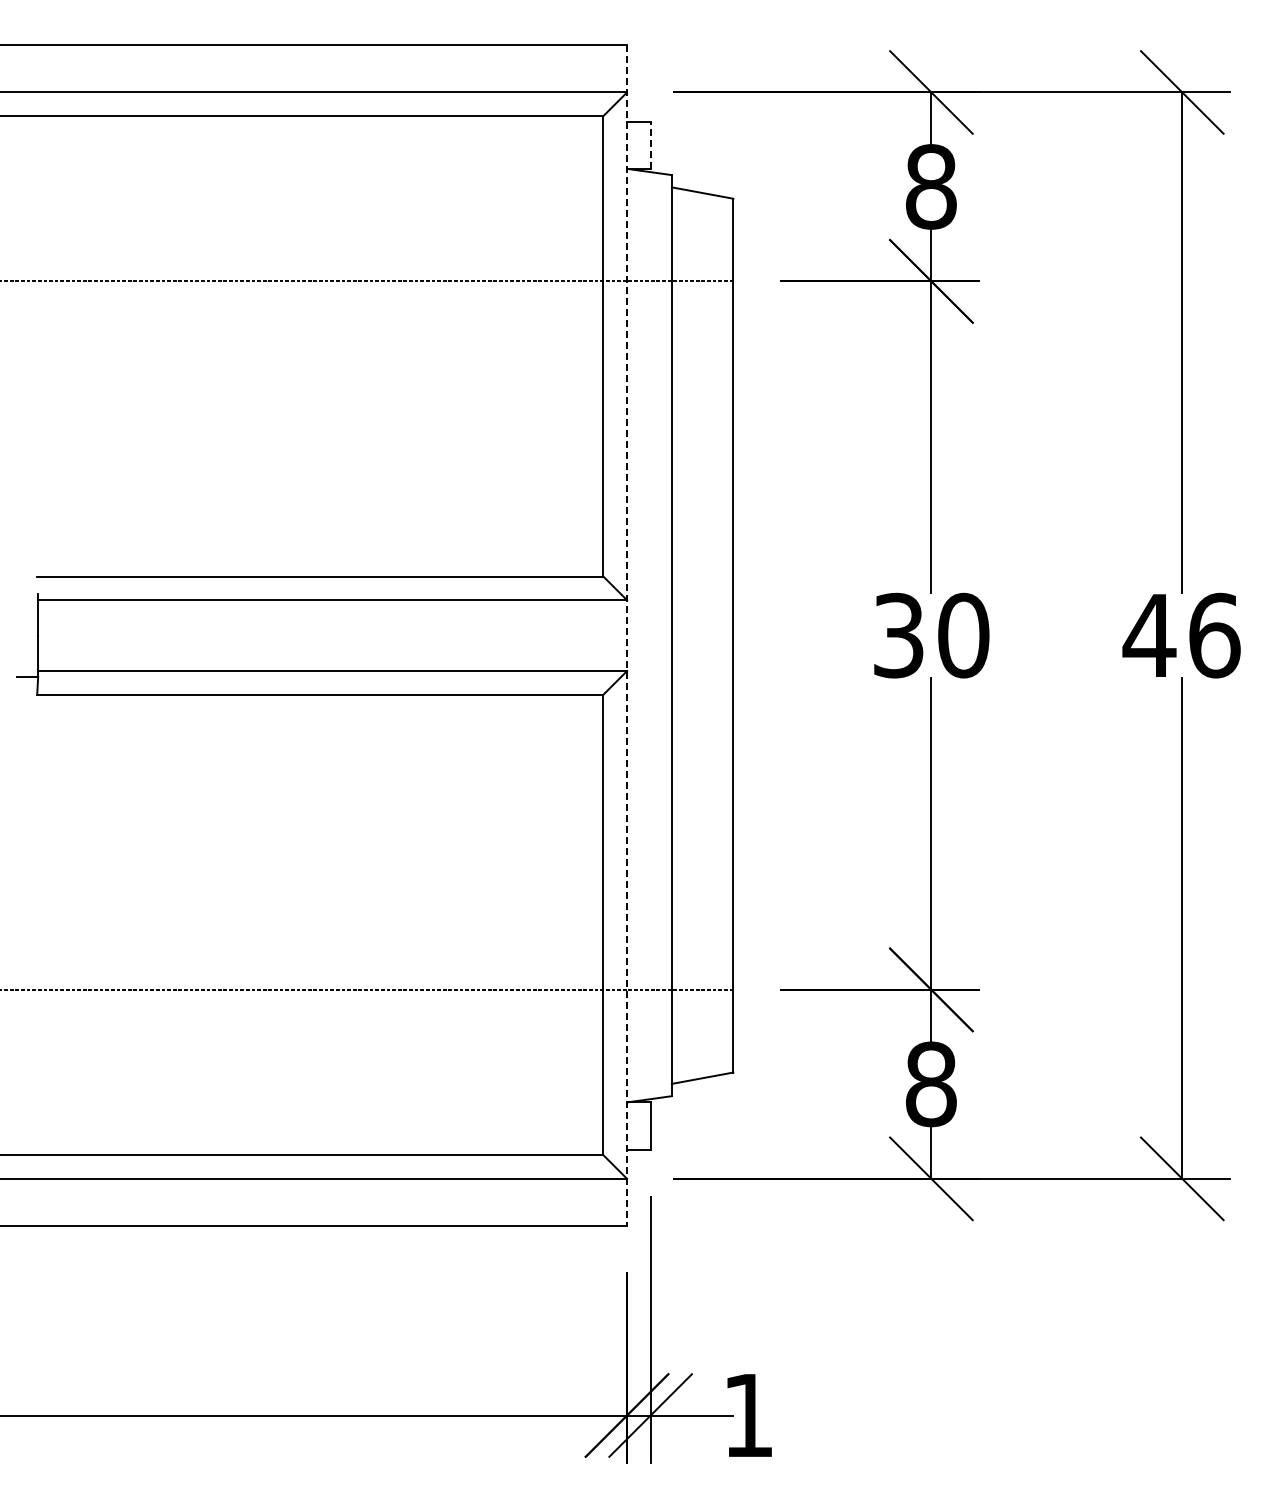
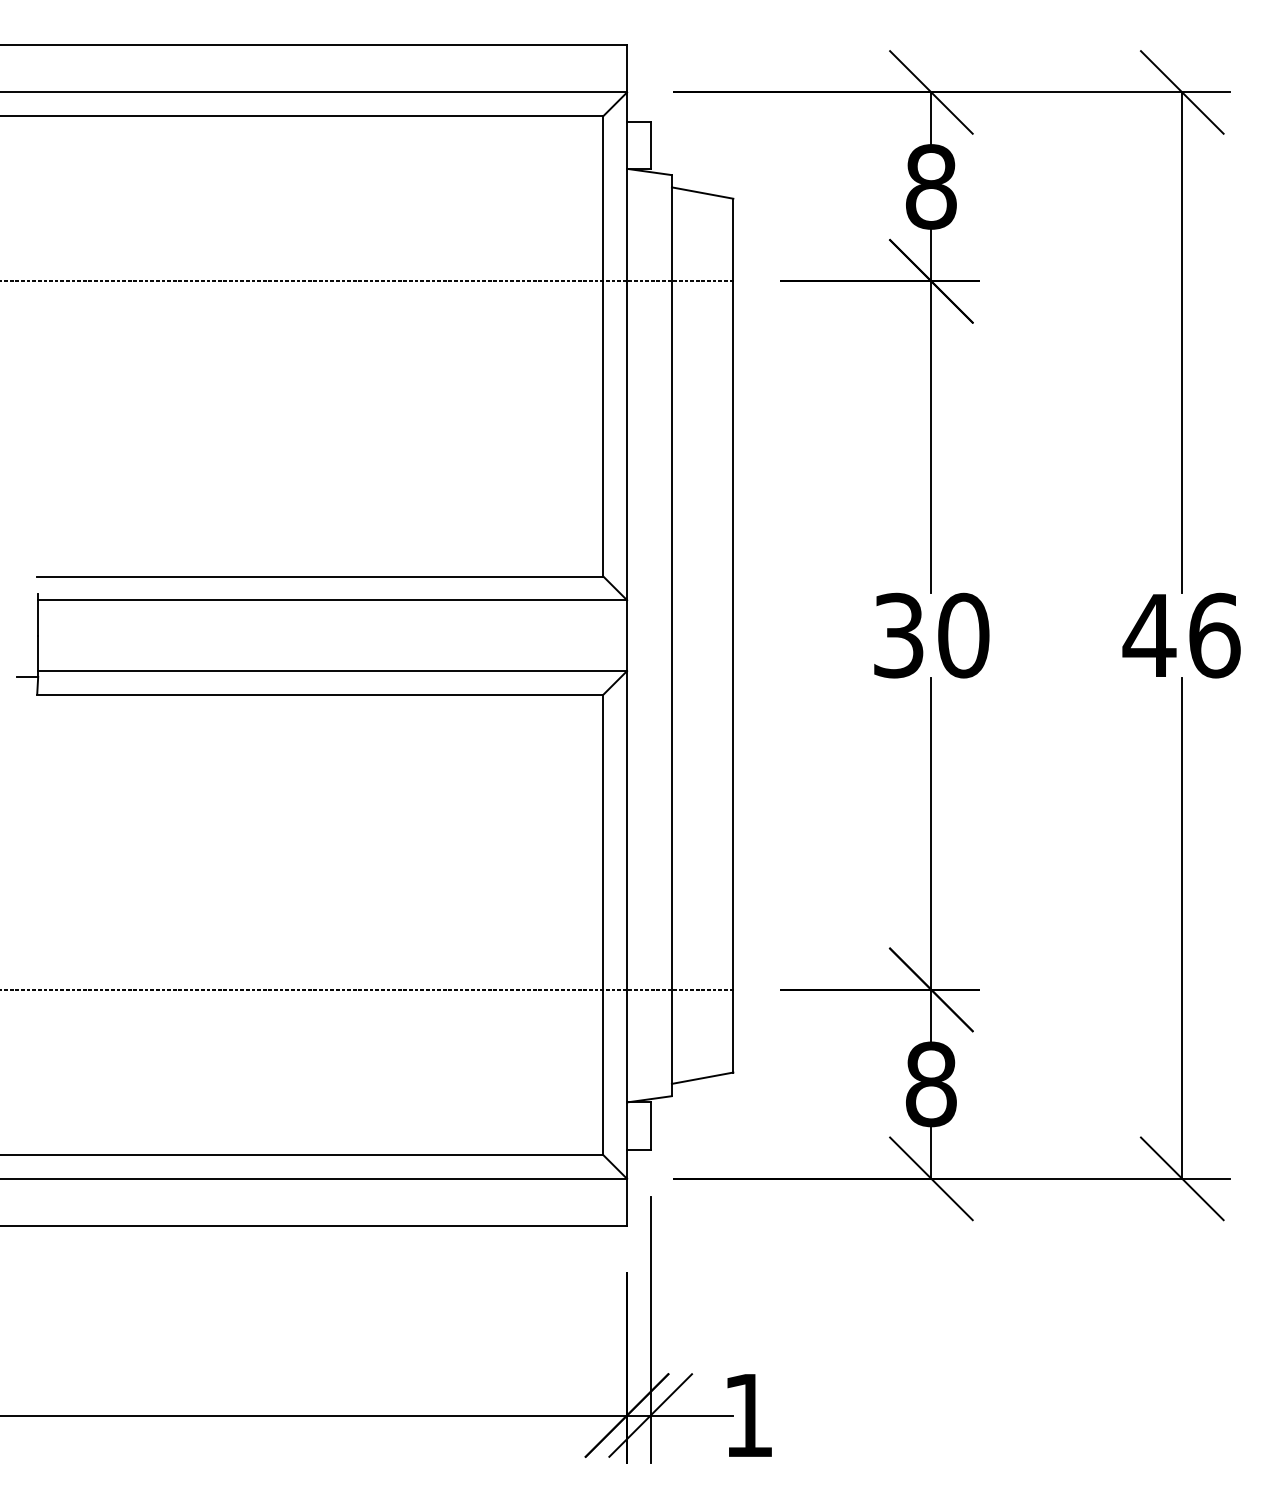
line at (650, 145): dashed -> solid
line at (627, 636): dashed -> solid
